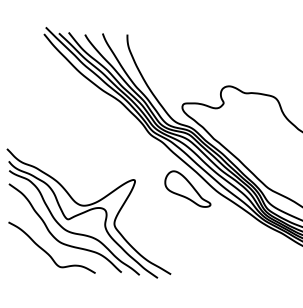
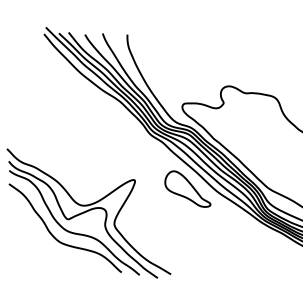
curve at (46, 251): present -> none
